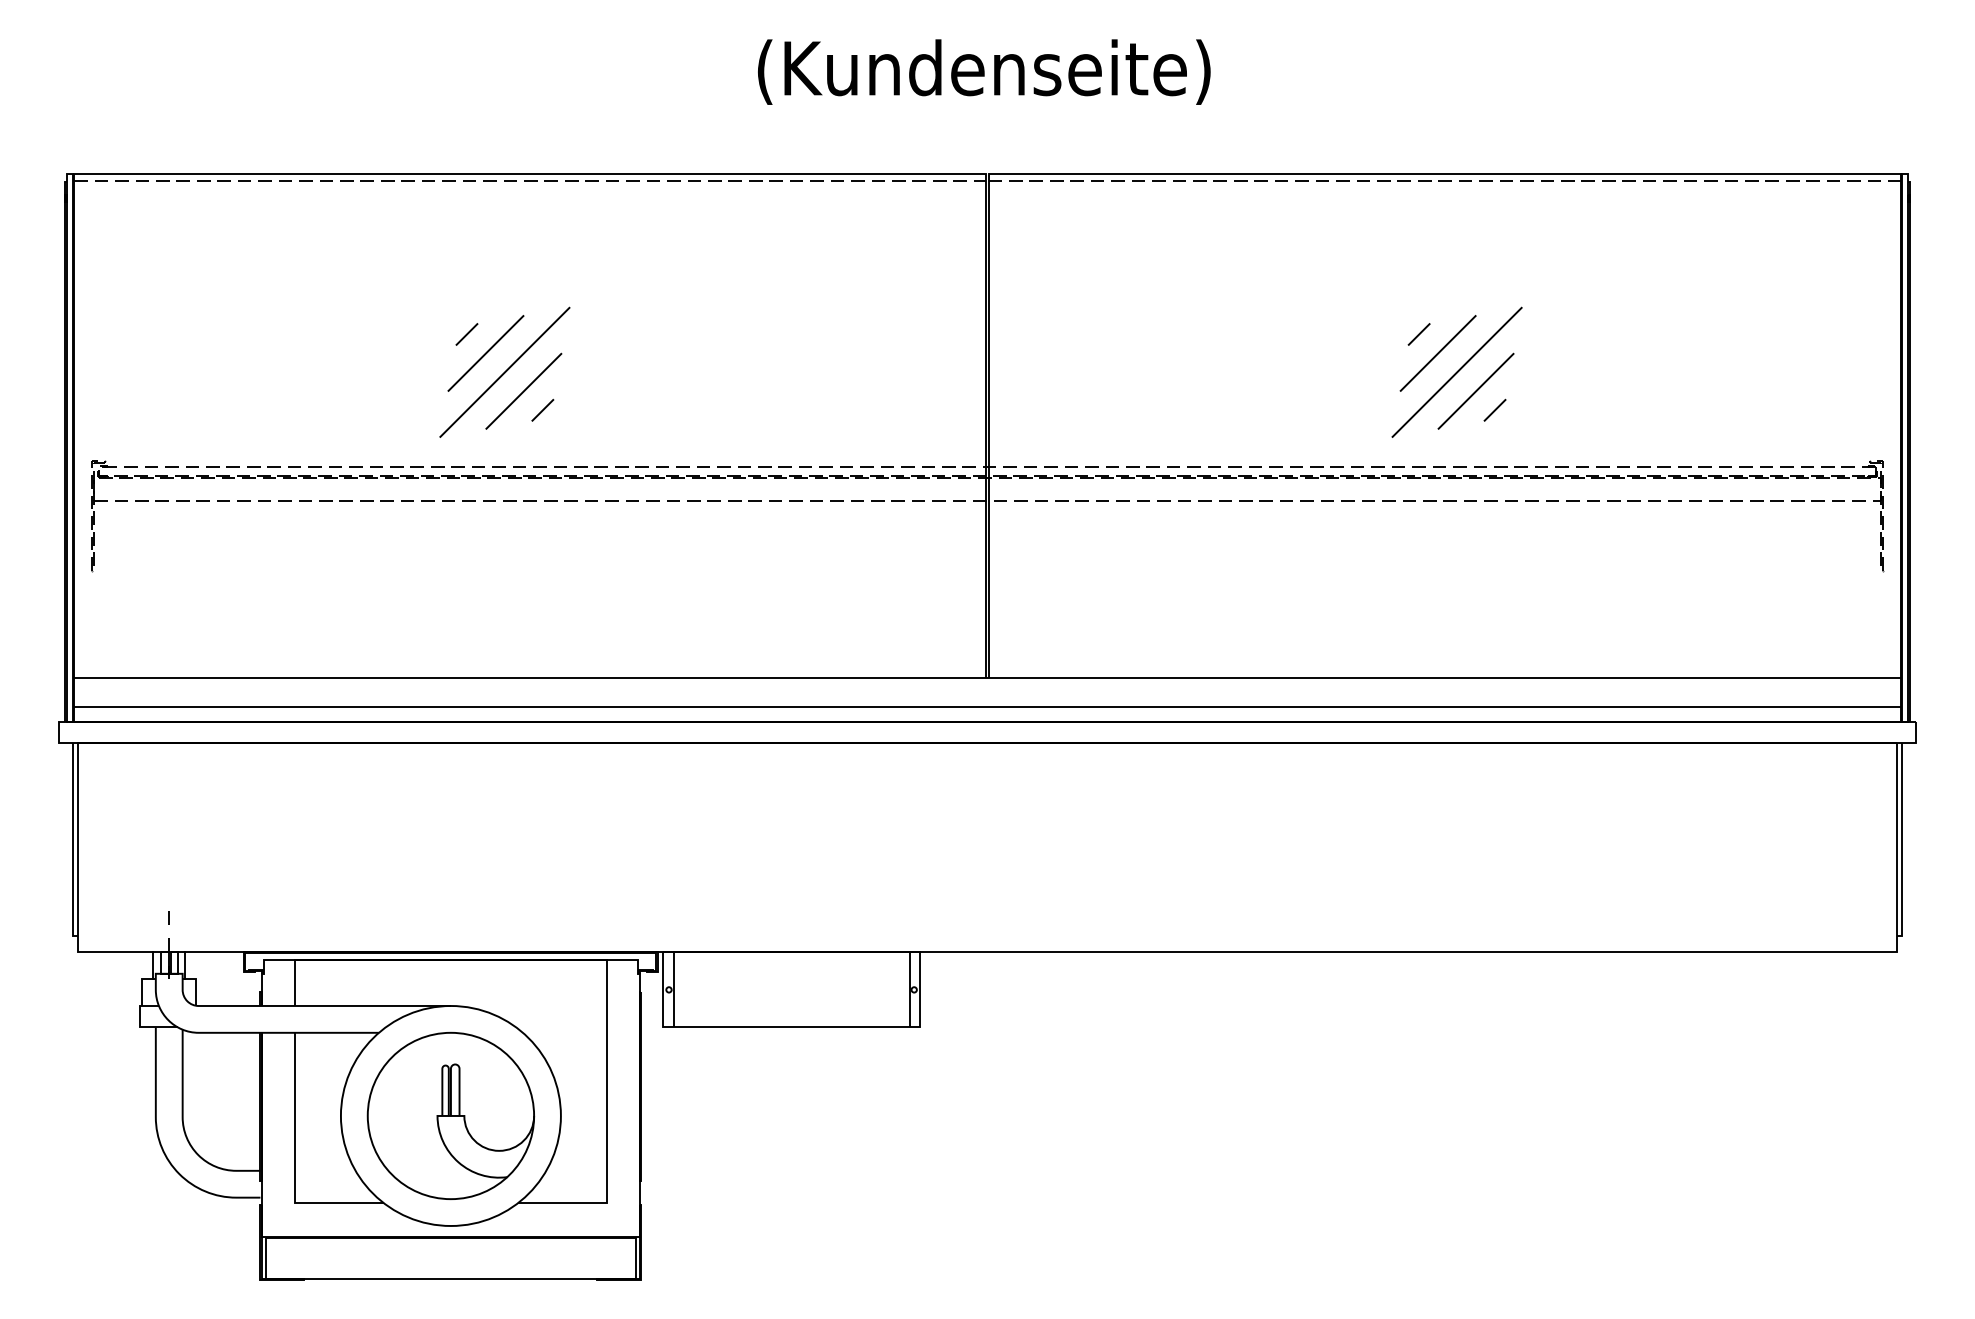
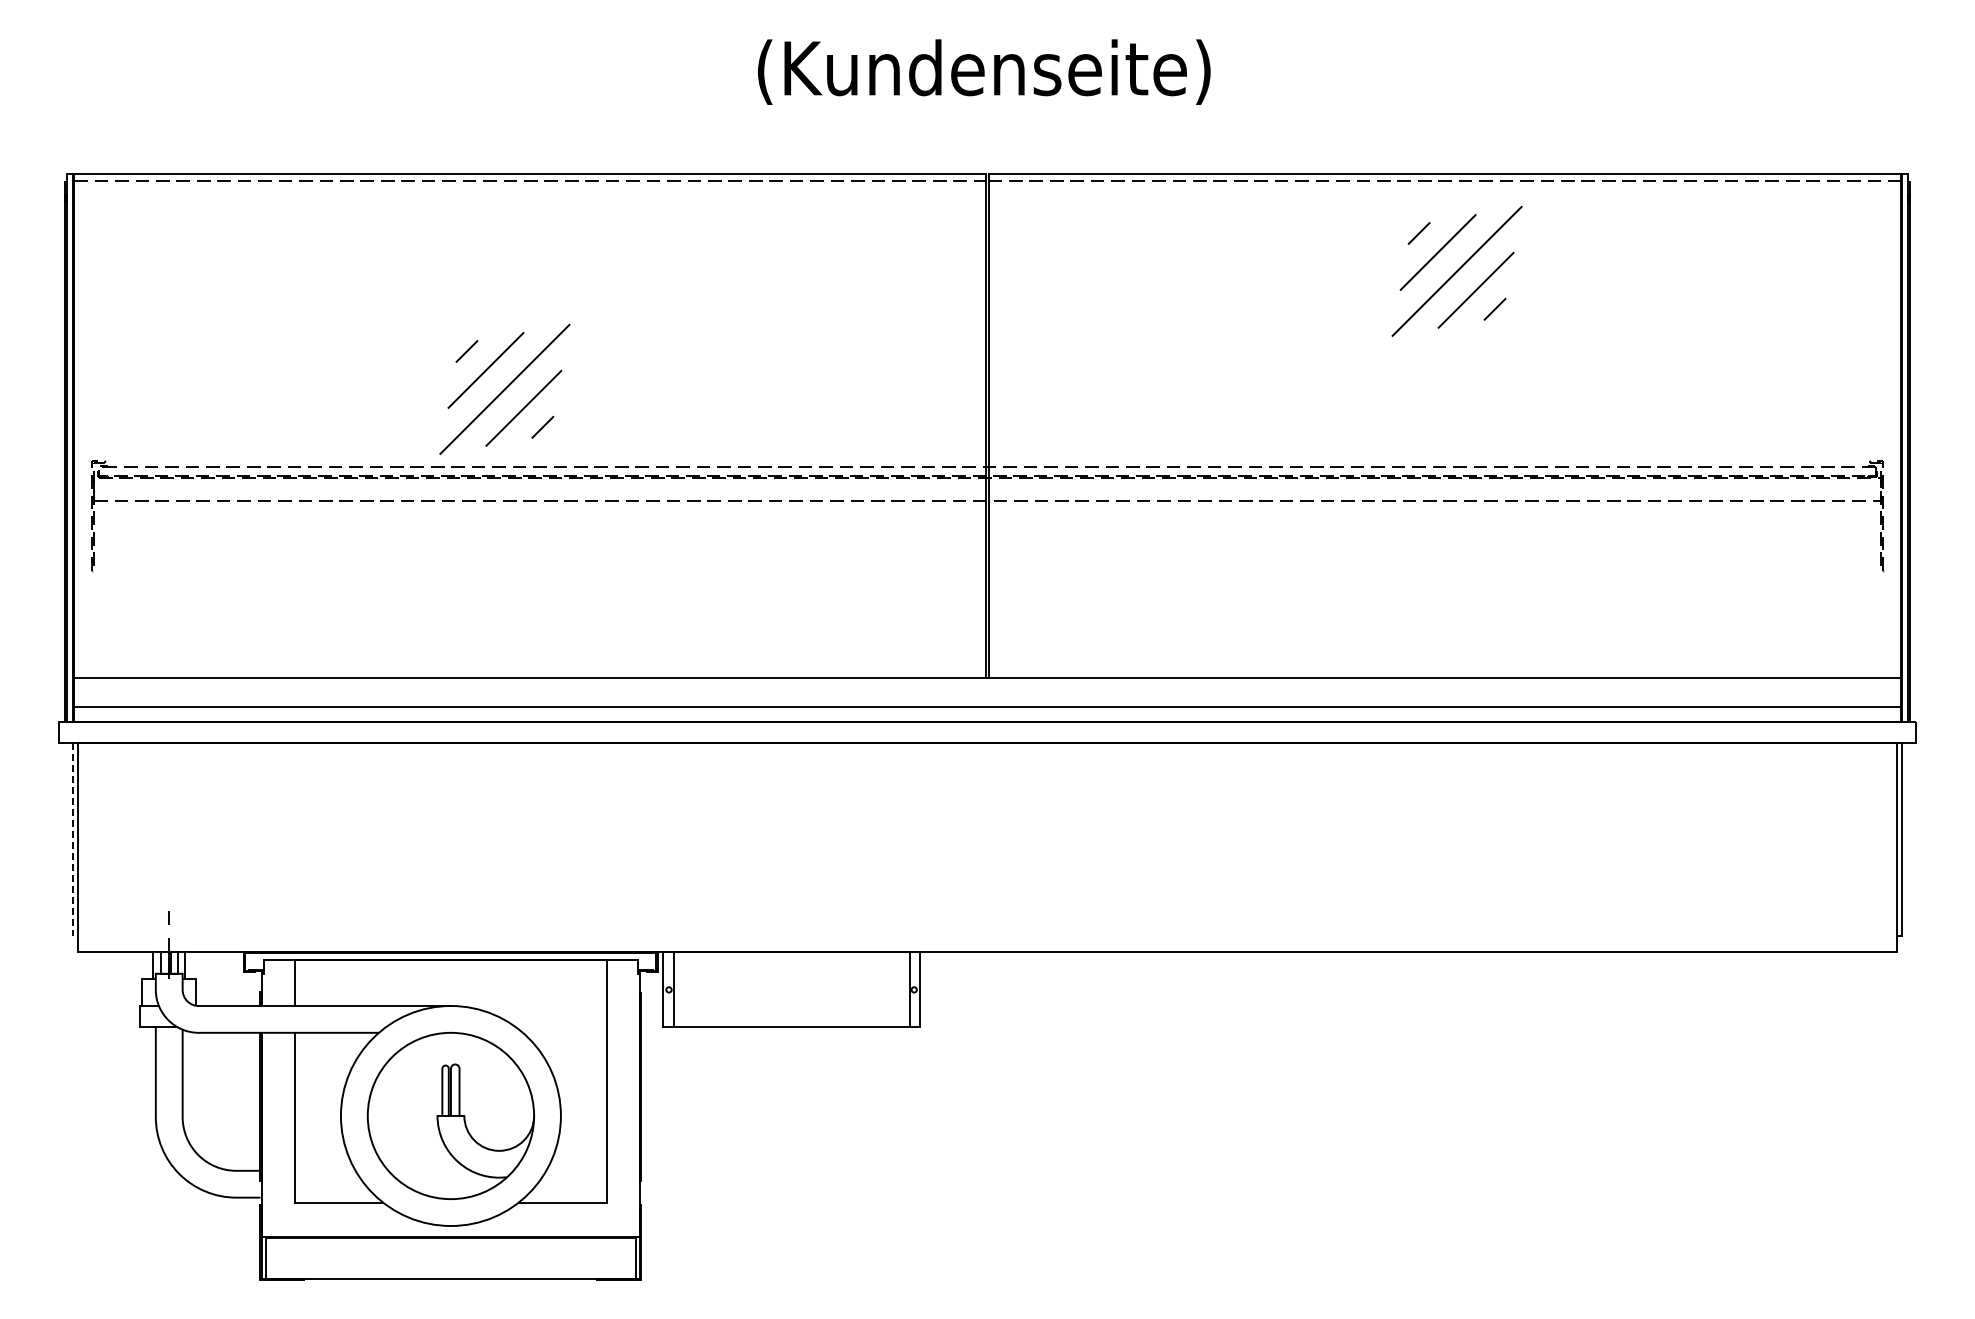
part at (504, 371) position: (504, 371) -> (504, 388)
part at (1456, 371) position: (1456, 371) -> (1456, 270)
line at (72, 843): solid -> dashed
